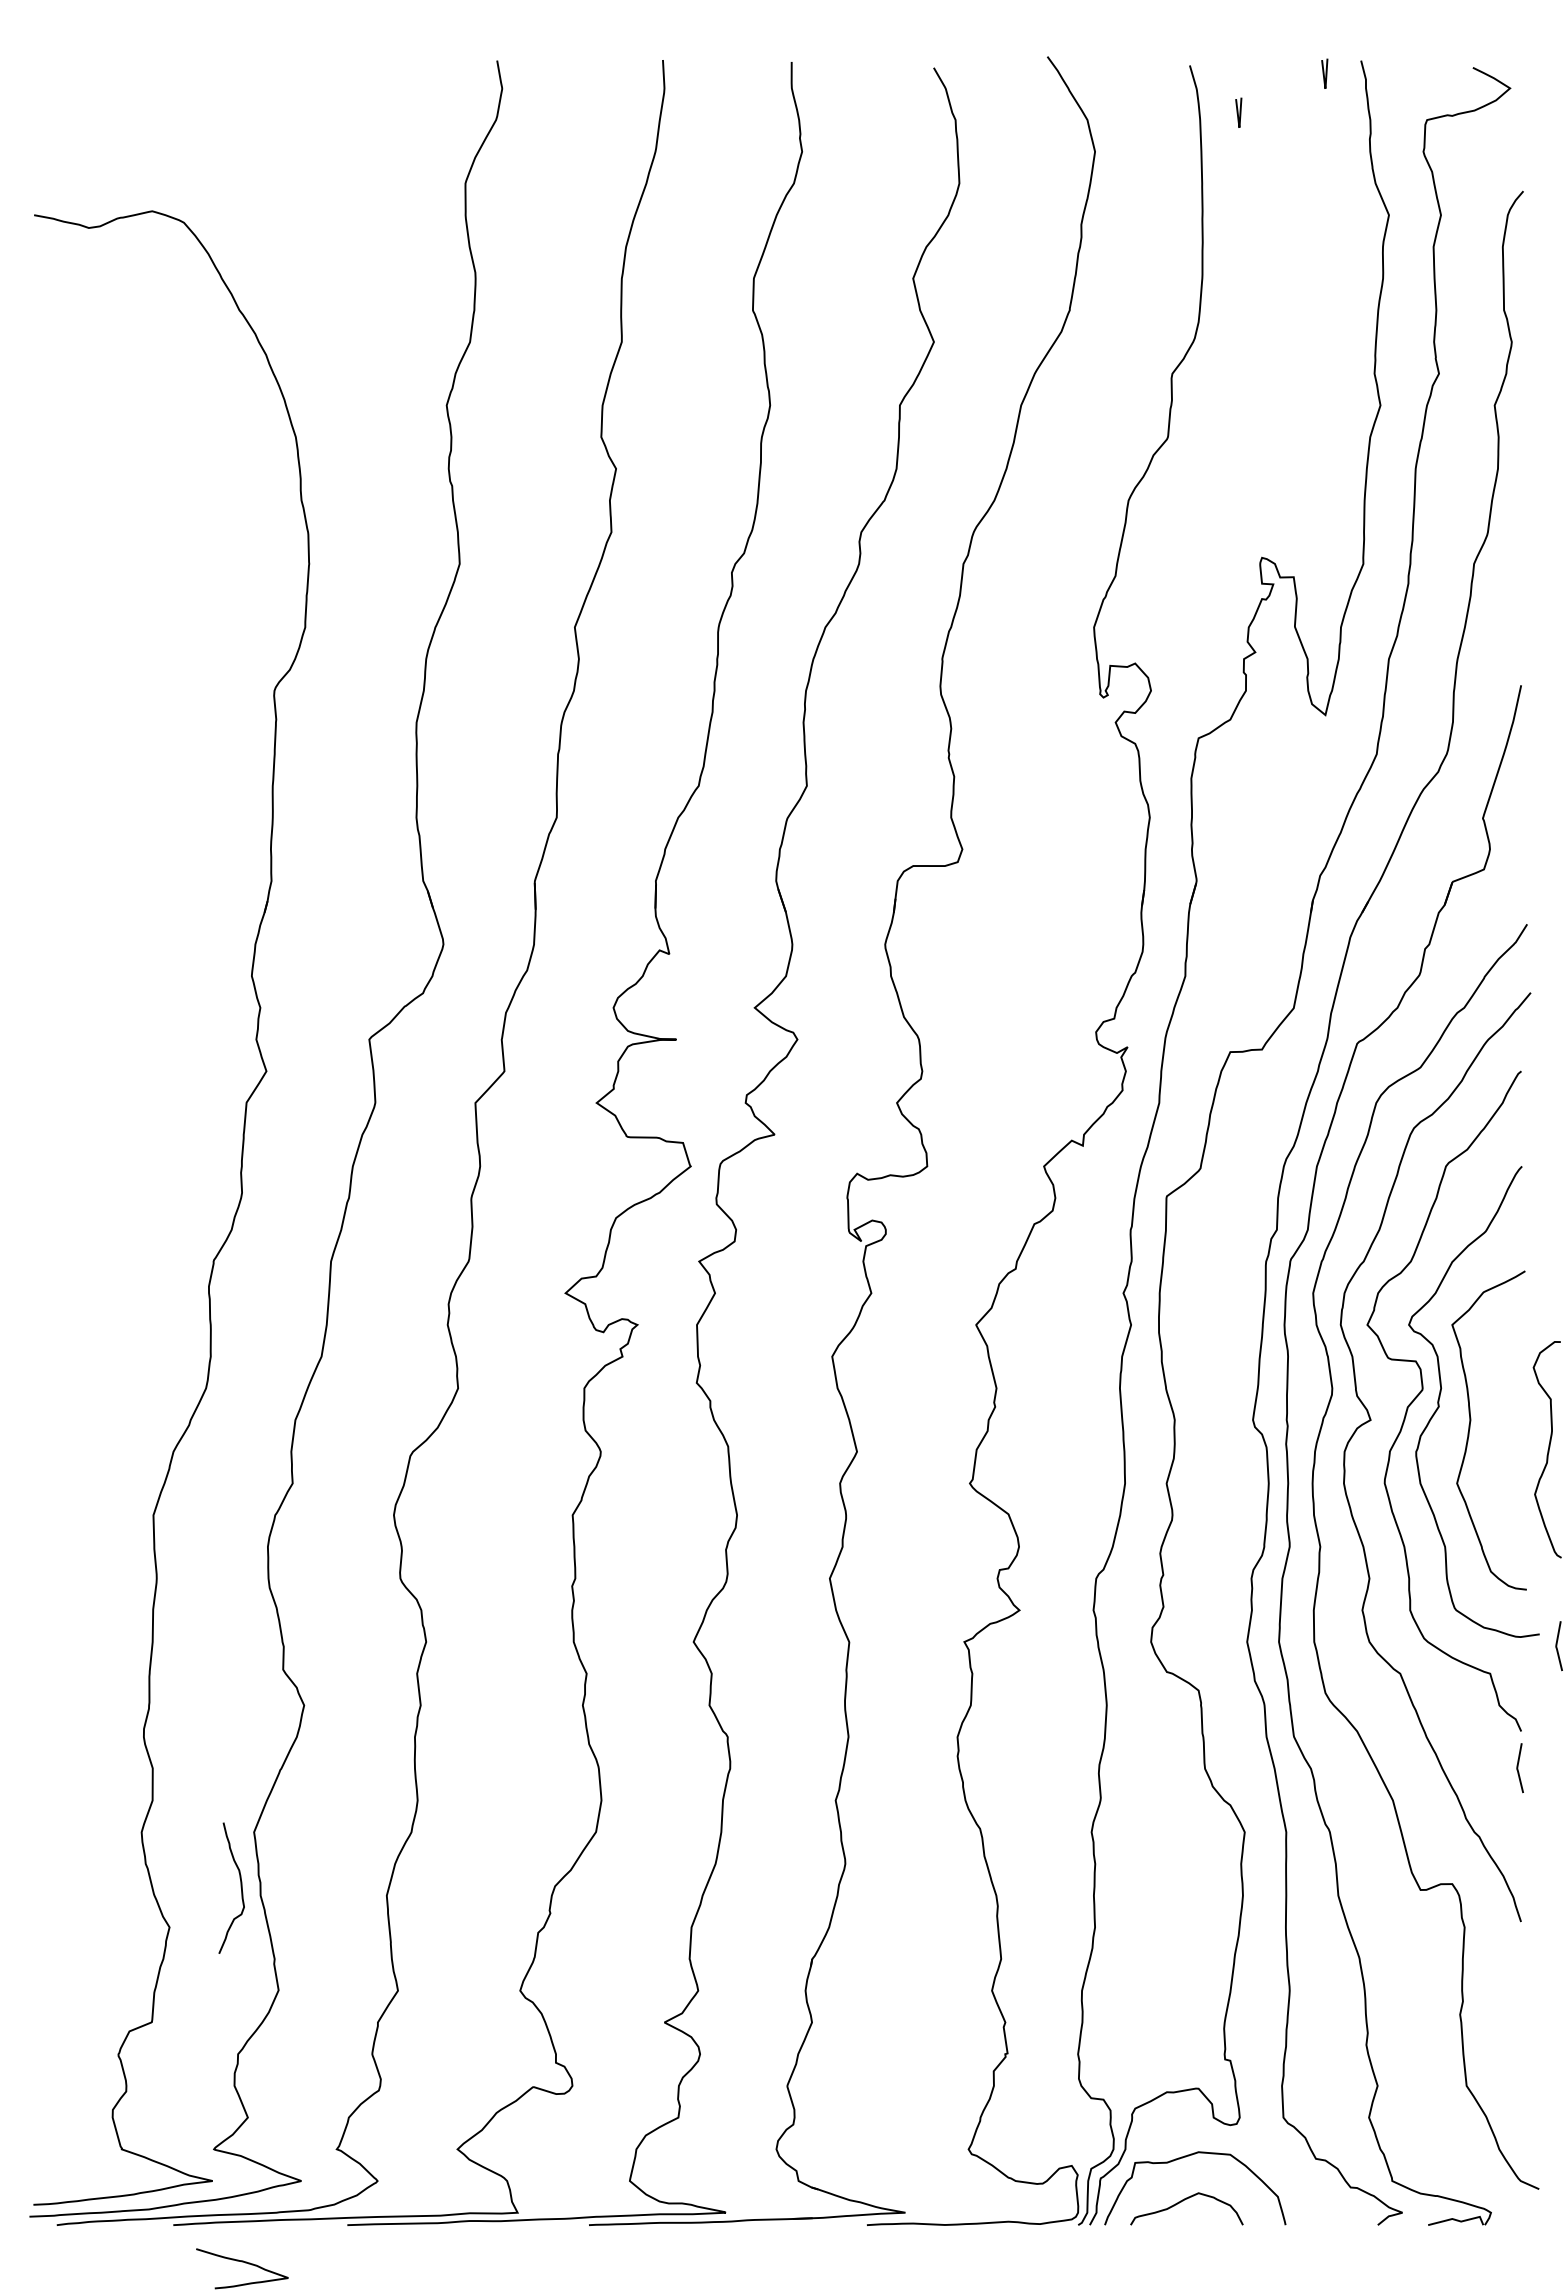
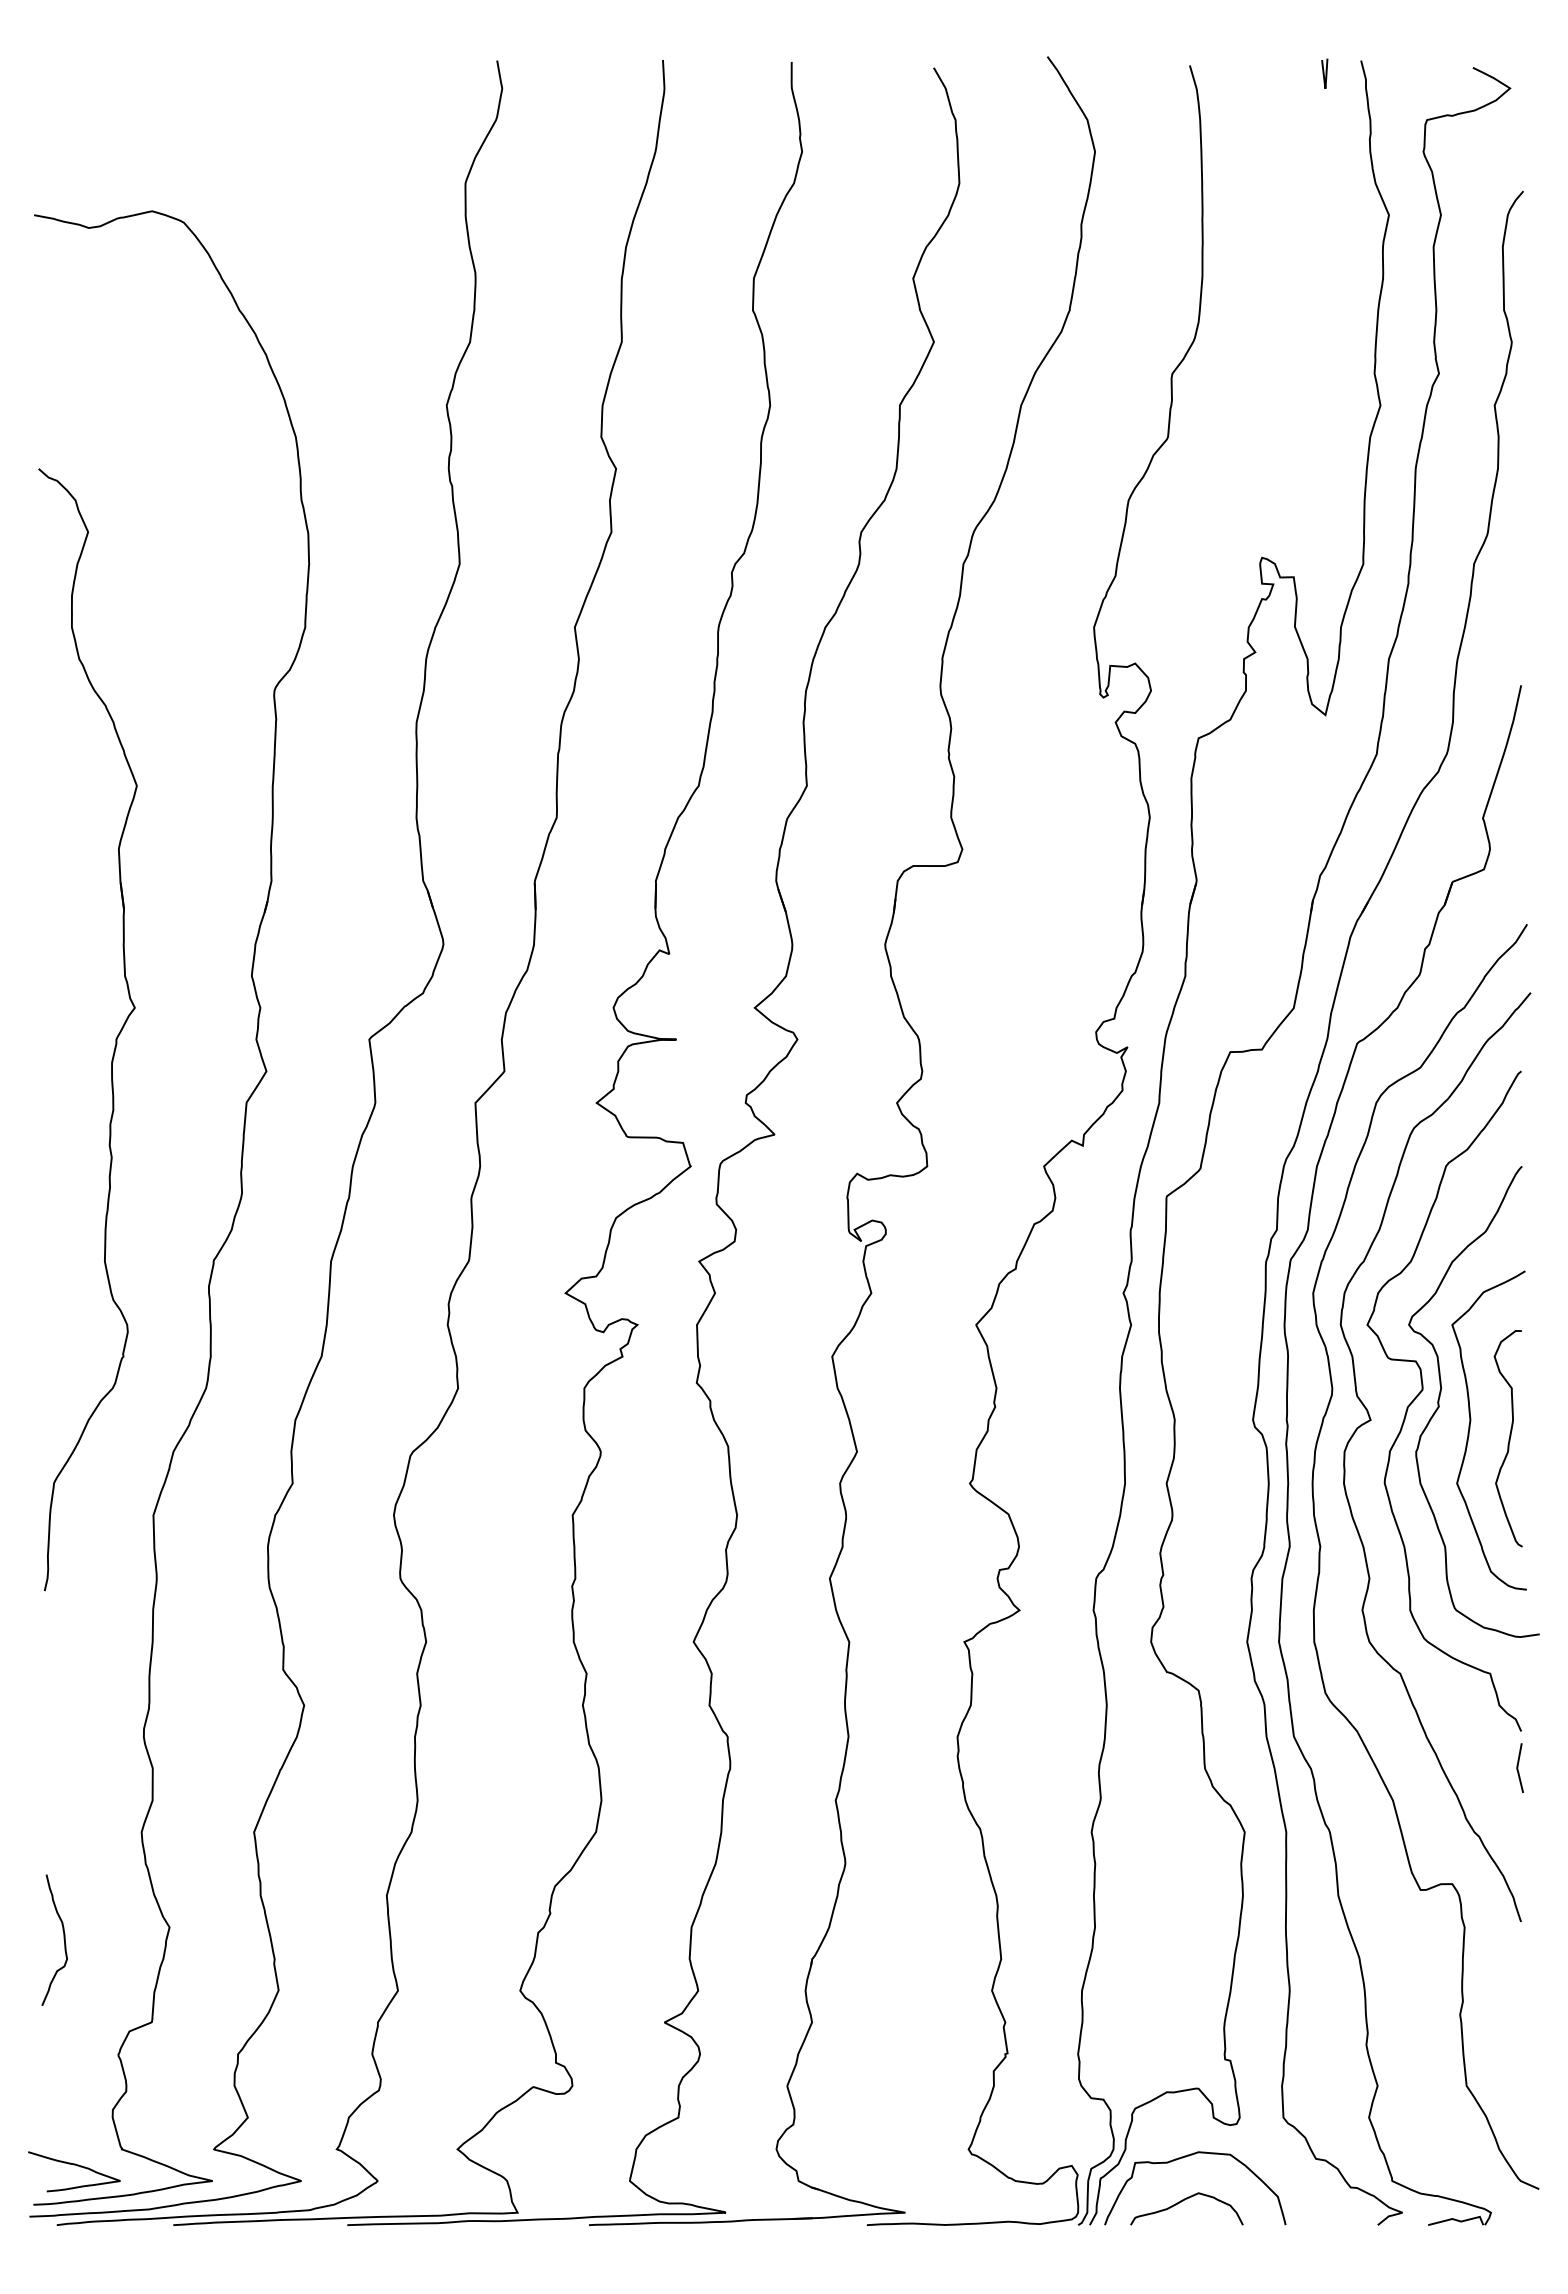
curve at (1238, 112): present -> none
part at (115, 1038): none -> present
curve at (1547, 1449) position: (1547, 1449) -> (1508, 1438)
line at (1557, 1646): present -> none
curve at (240, 1887) position: (240, 1887) -> (63, 1939)
curve at (245, 2263) position: (245, 2263) -> (77, 2166)
